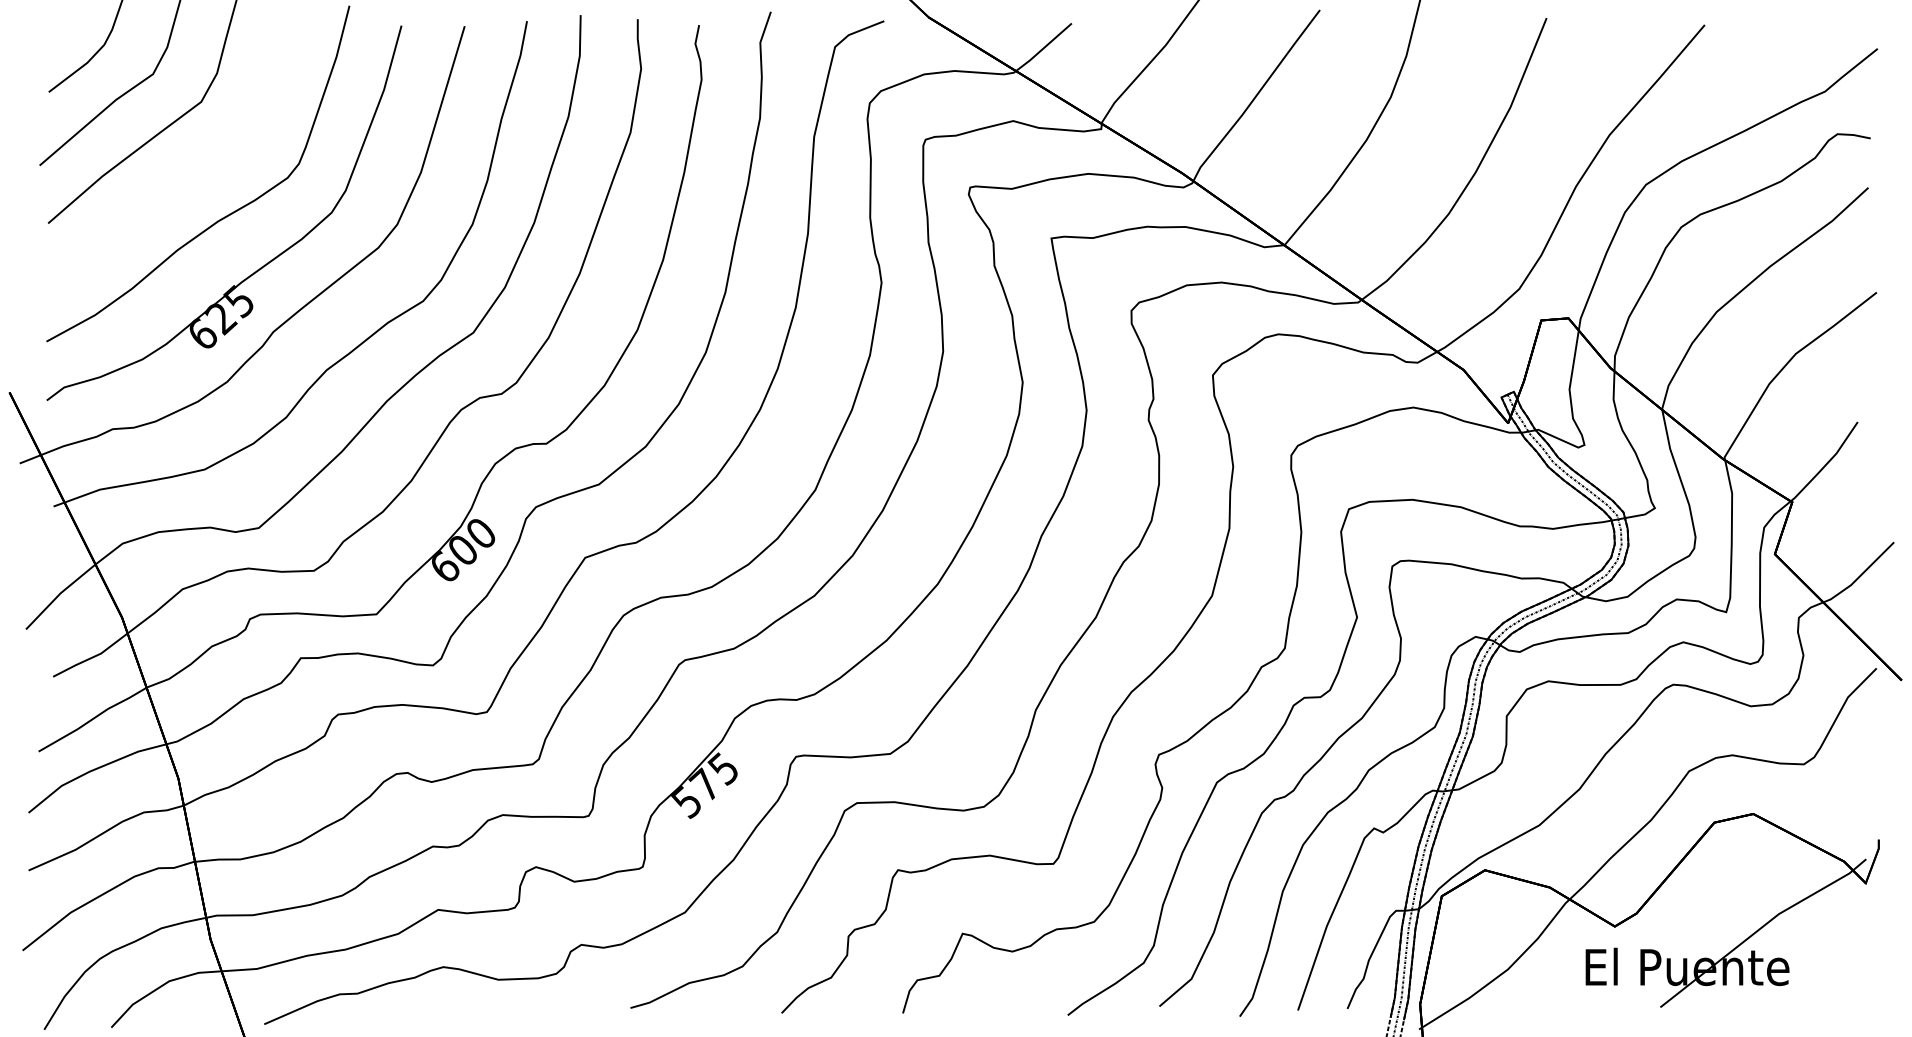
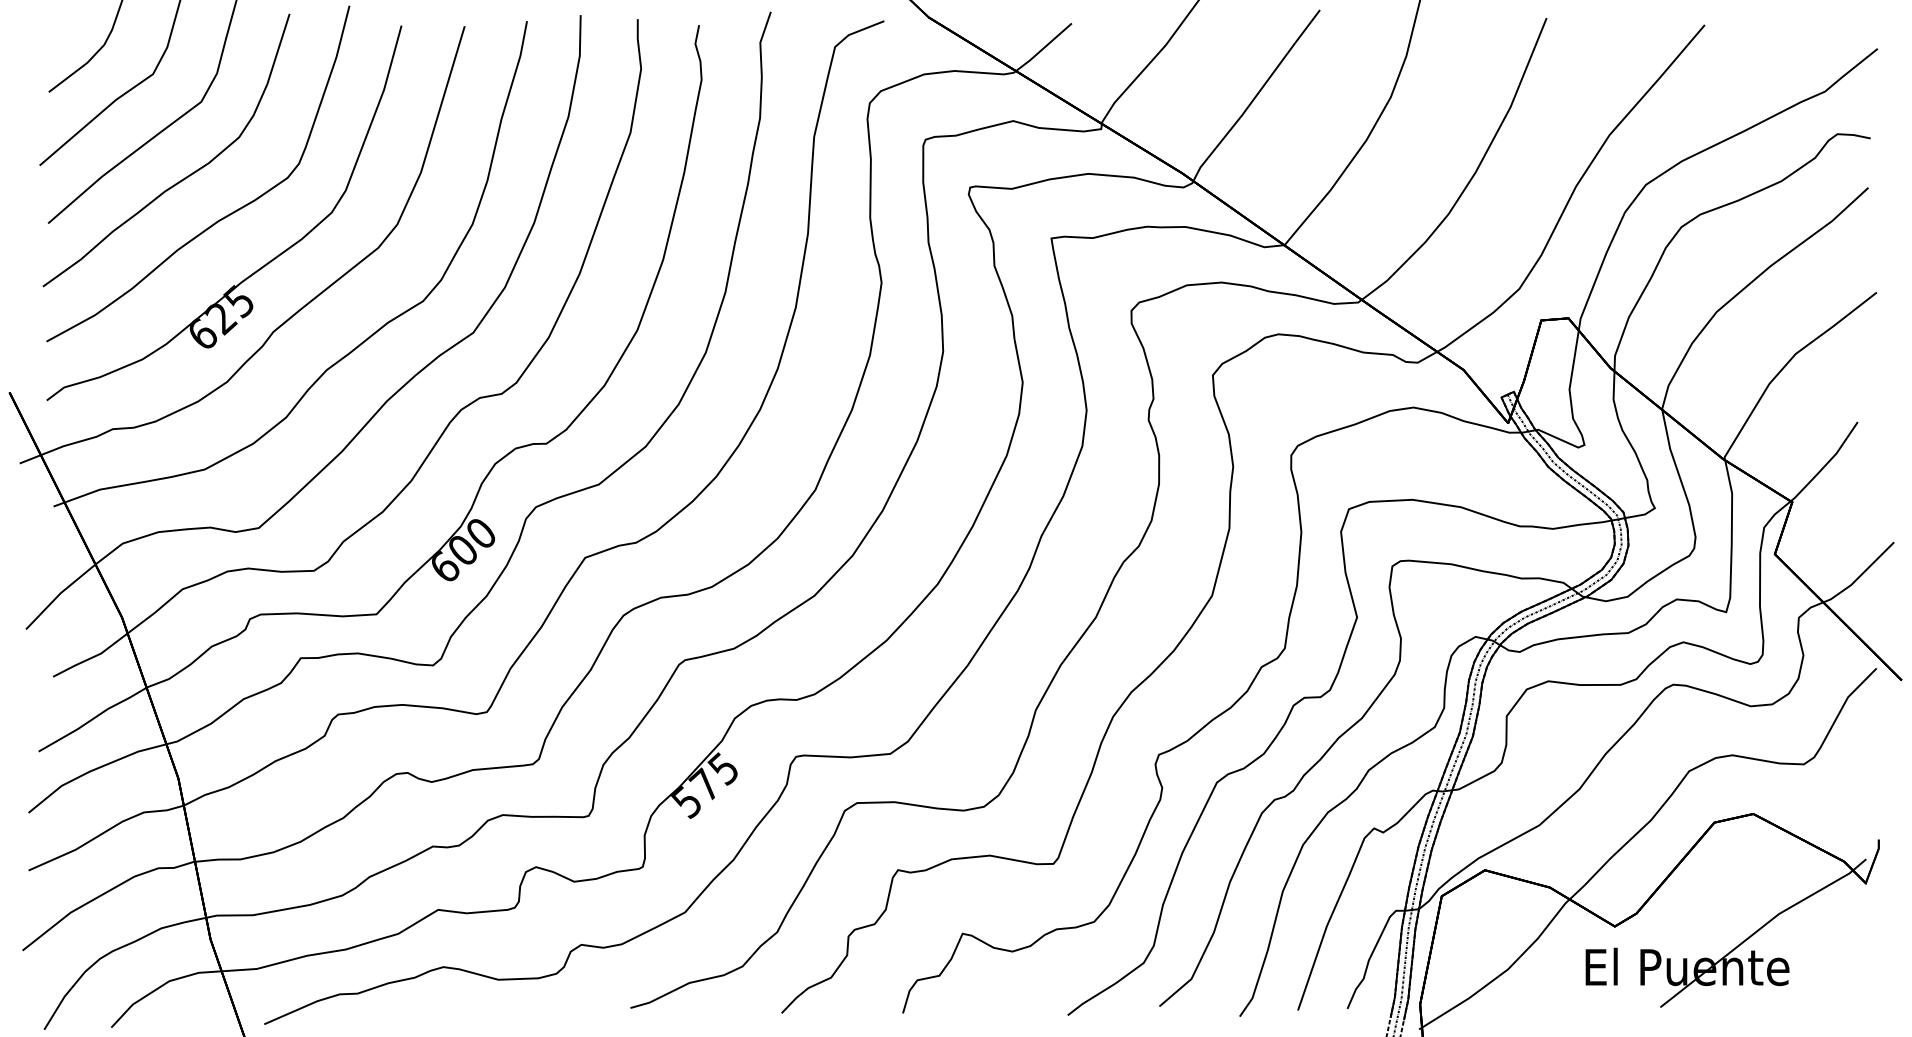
curve at (184, 177): none -> present
